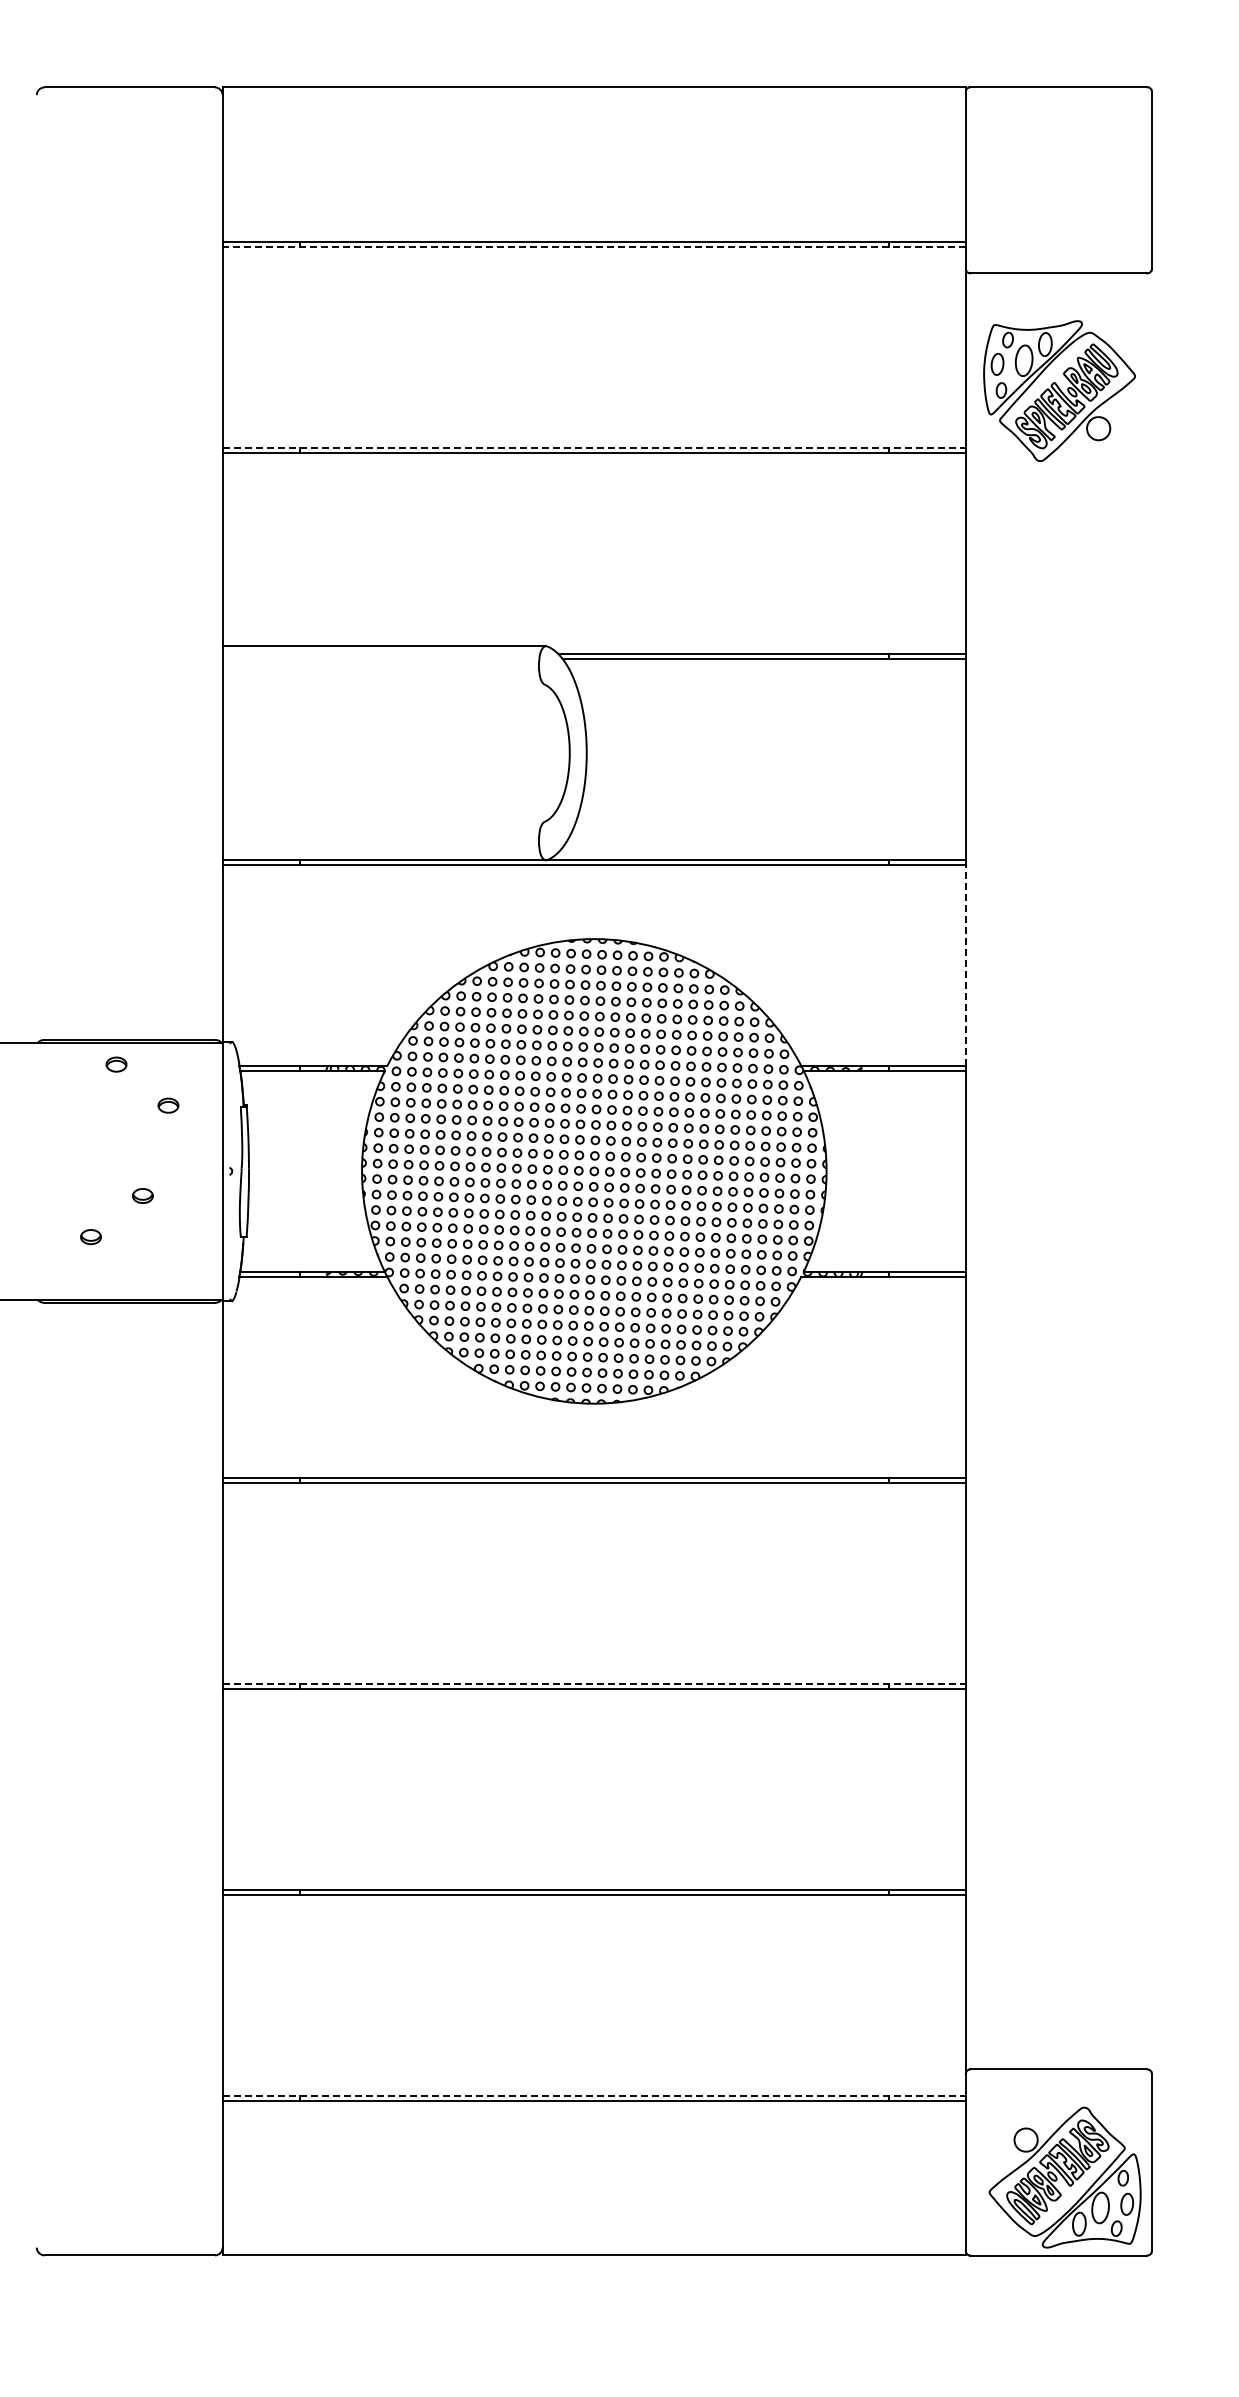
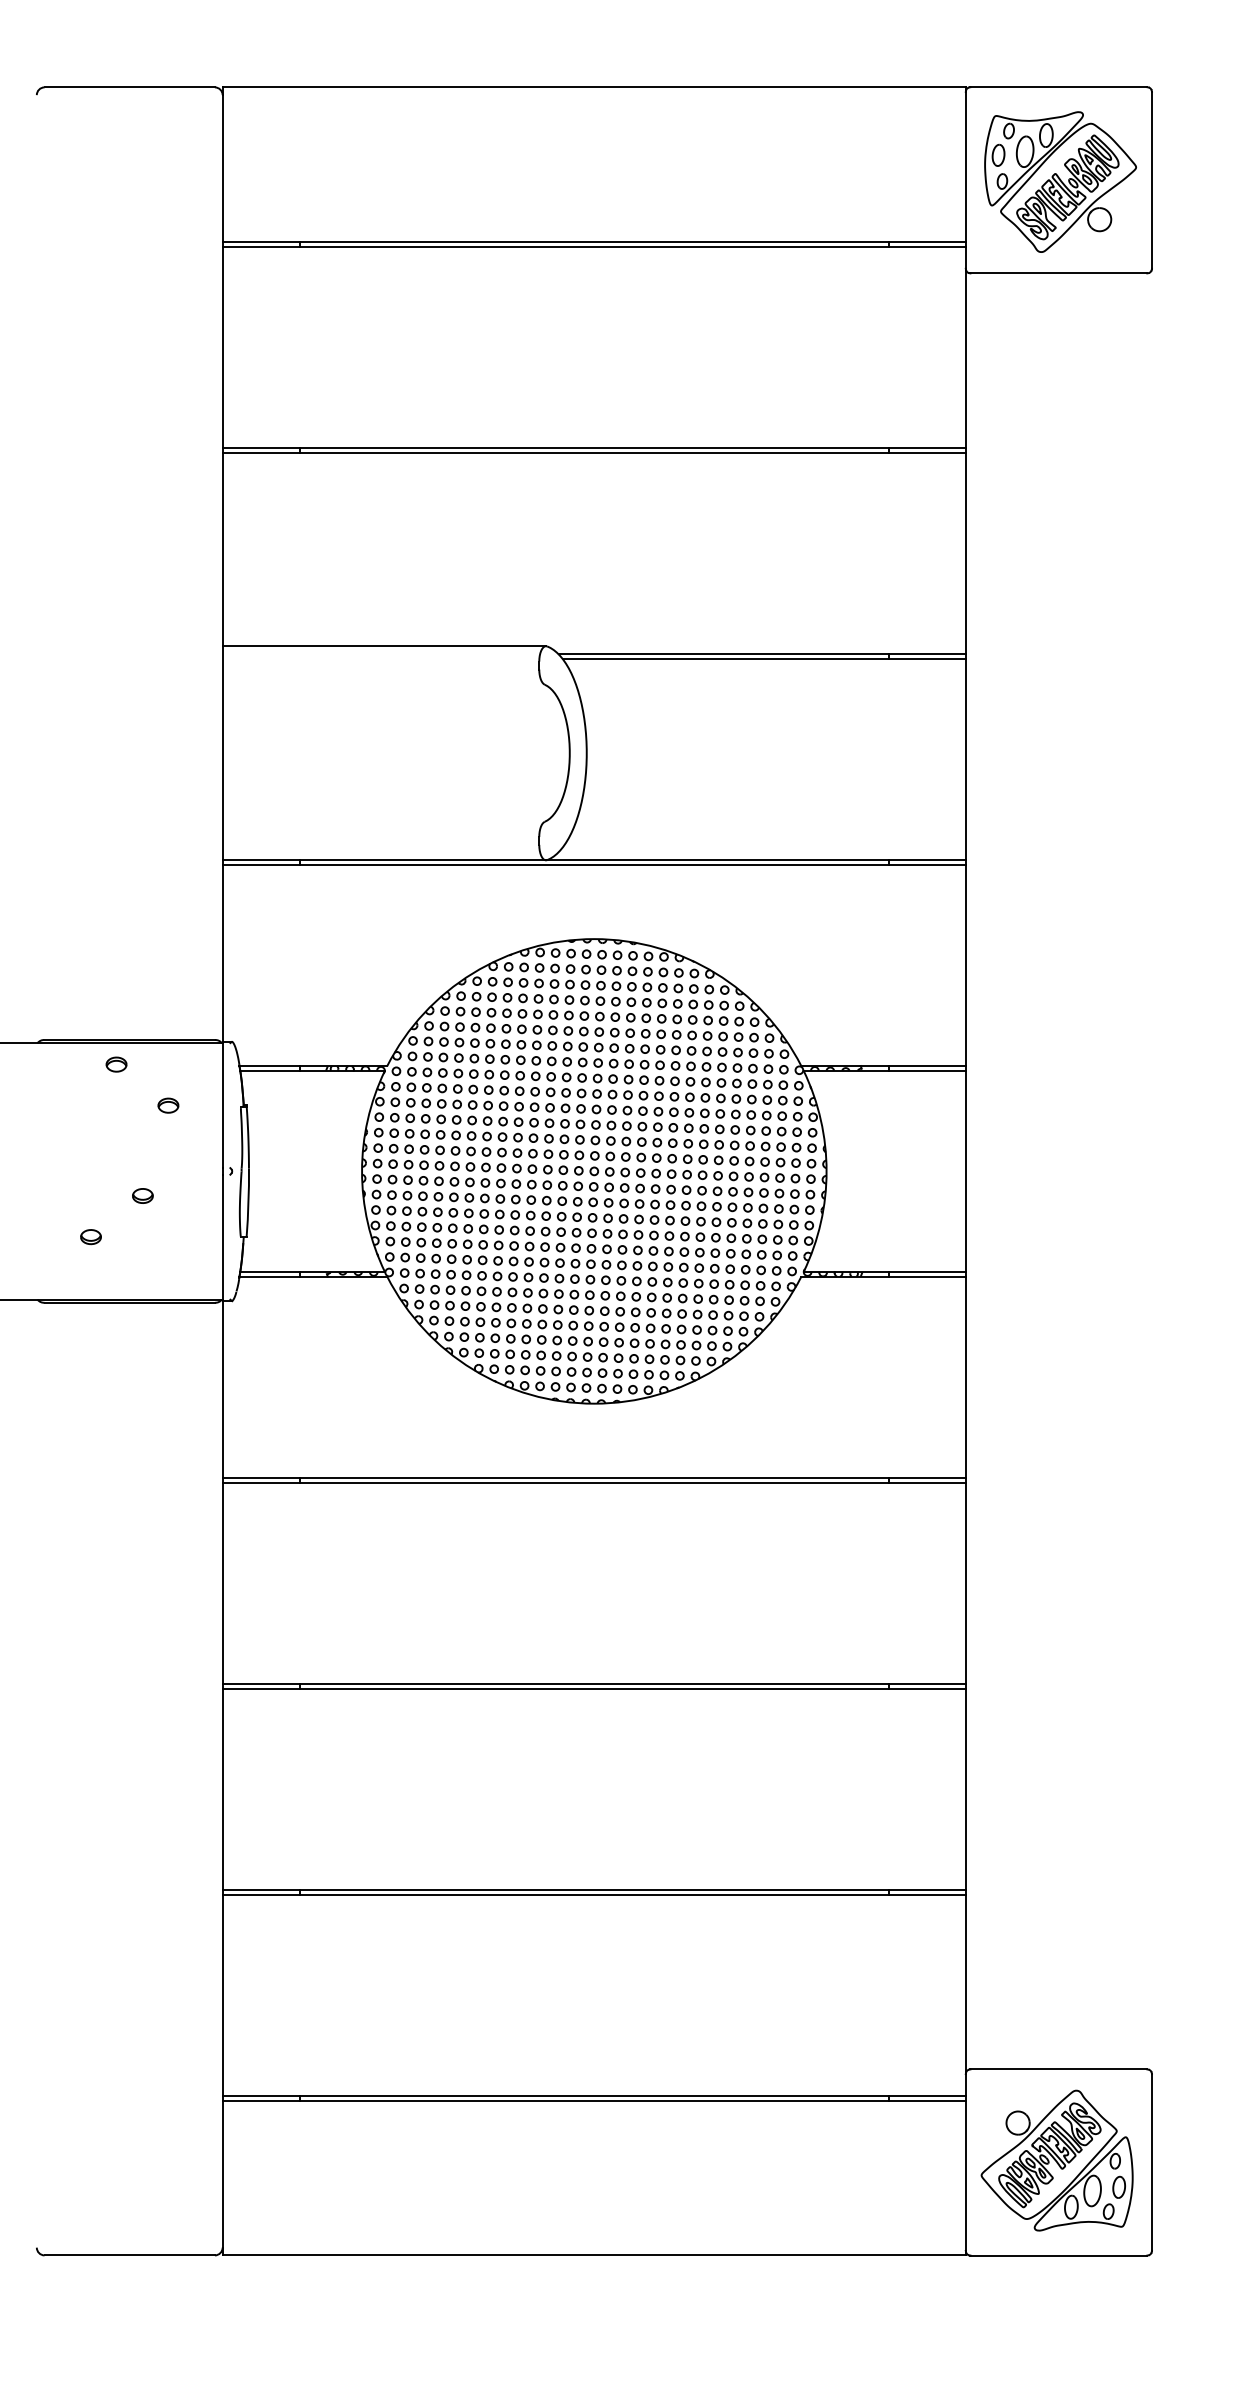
line at (594, 246): dashed -> solid
part at (1059, 390) position: (1059, 390) -> (1060, 181)
line at (594, 448): dashed -> solid
line at (965, 965): dashed -> solid
line at (594, 1683): dashed -> solid
line at (594, 2095): dashed -> solid
part at (1064, 2177) position: (1064, 2177) -> (1056, 2160)
